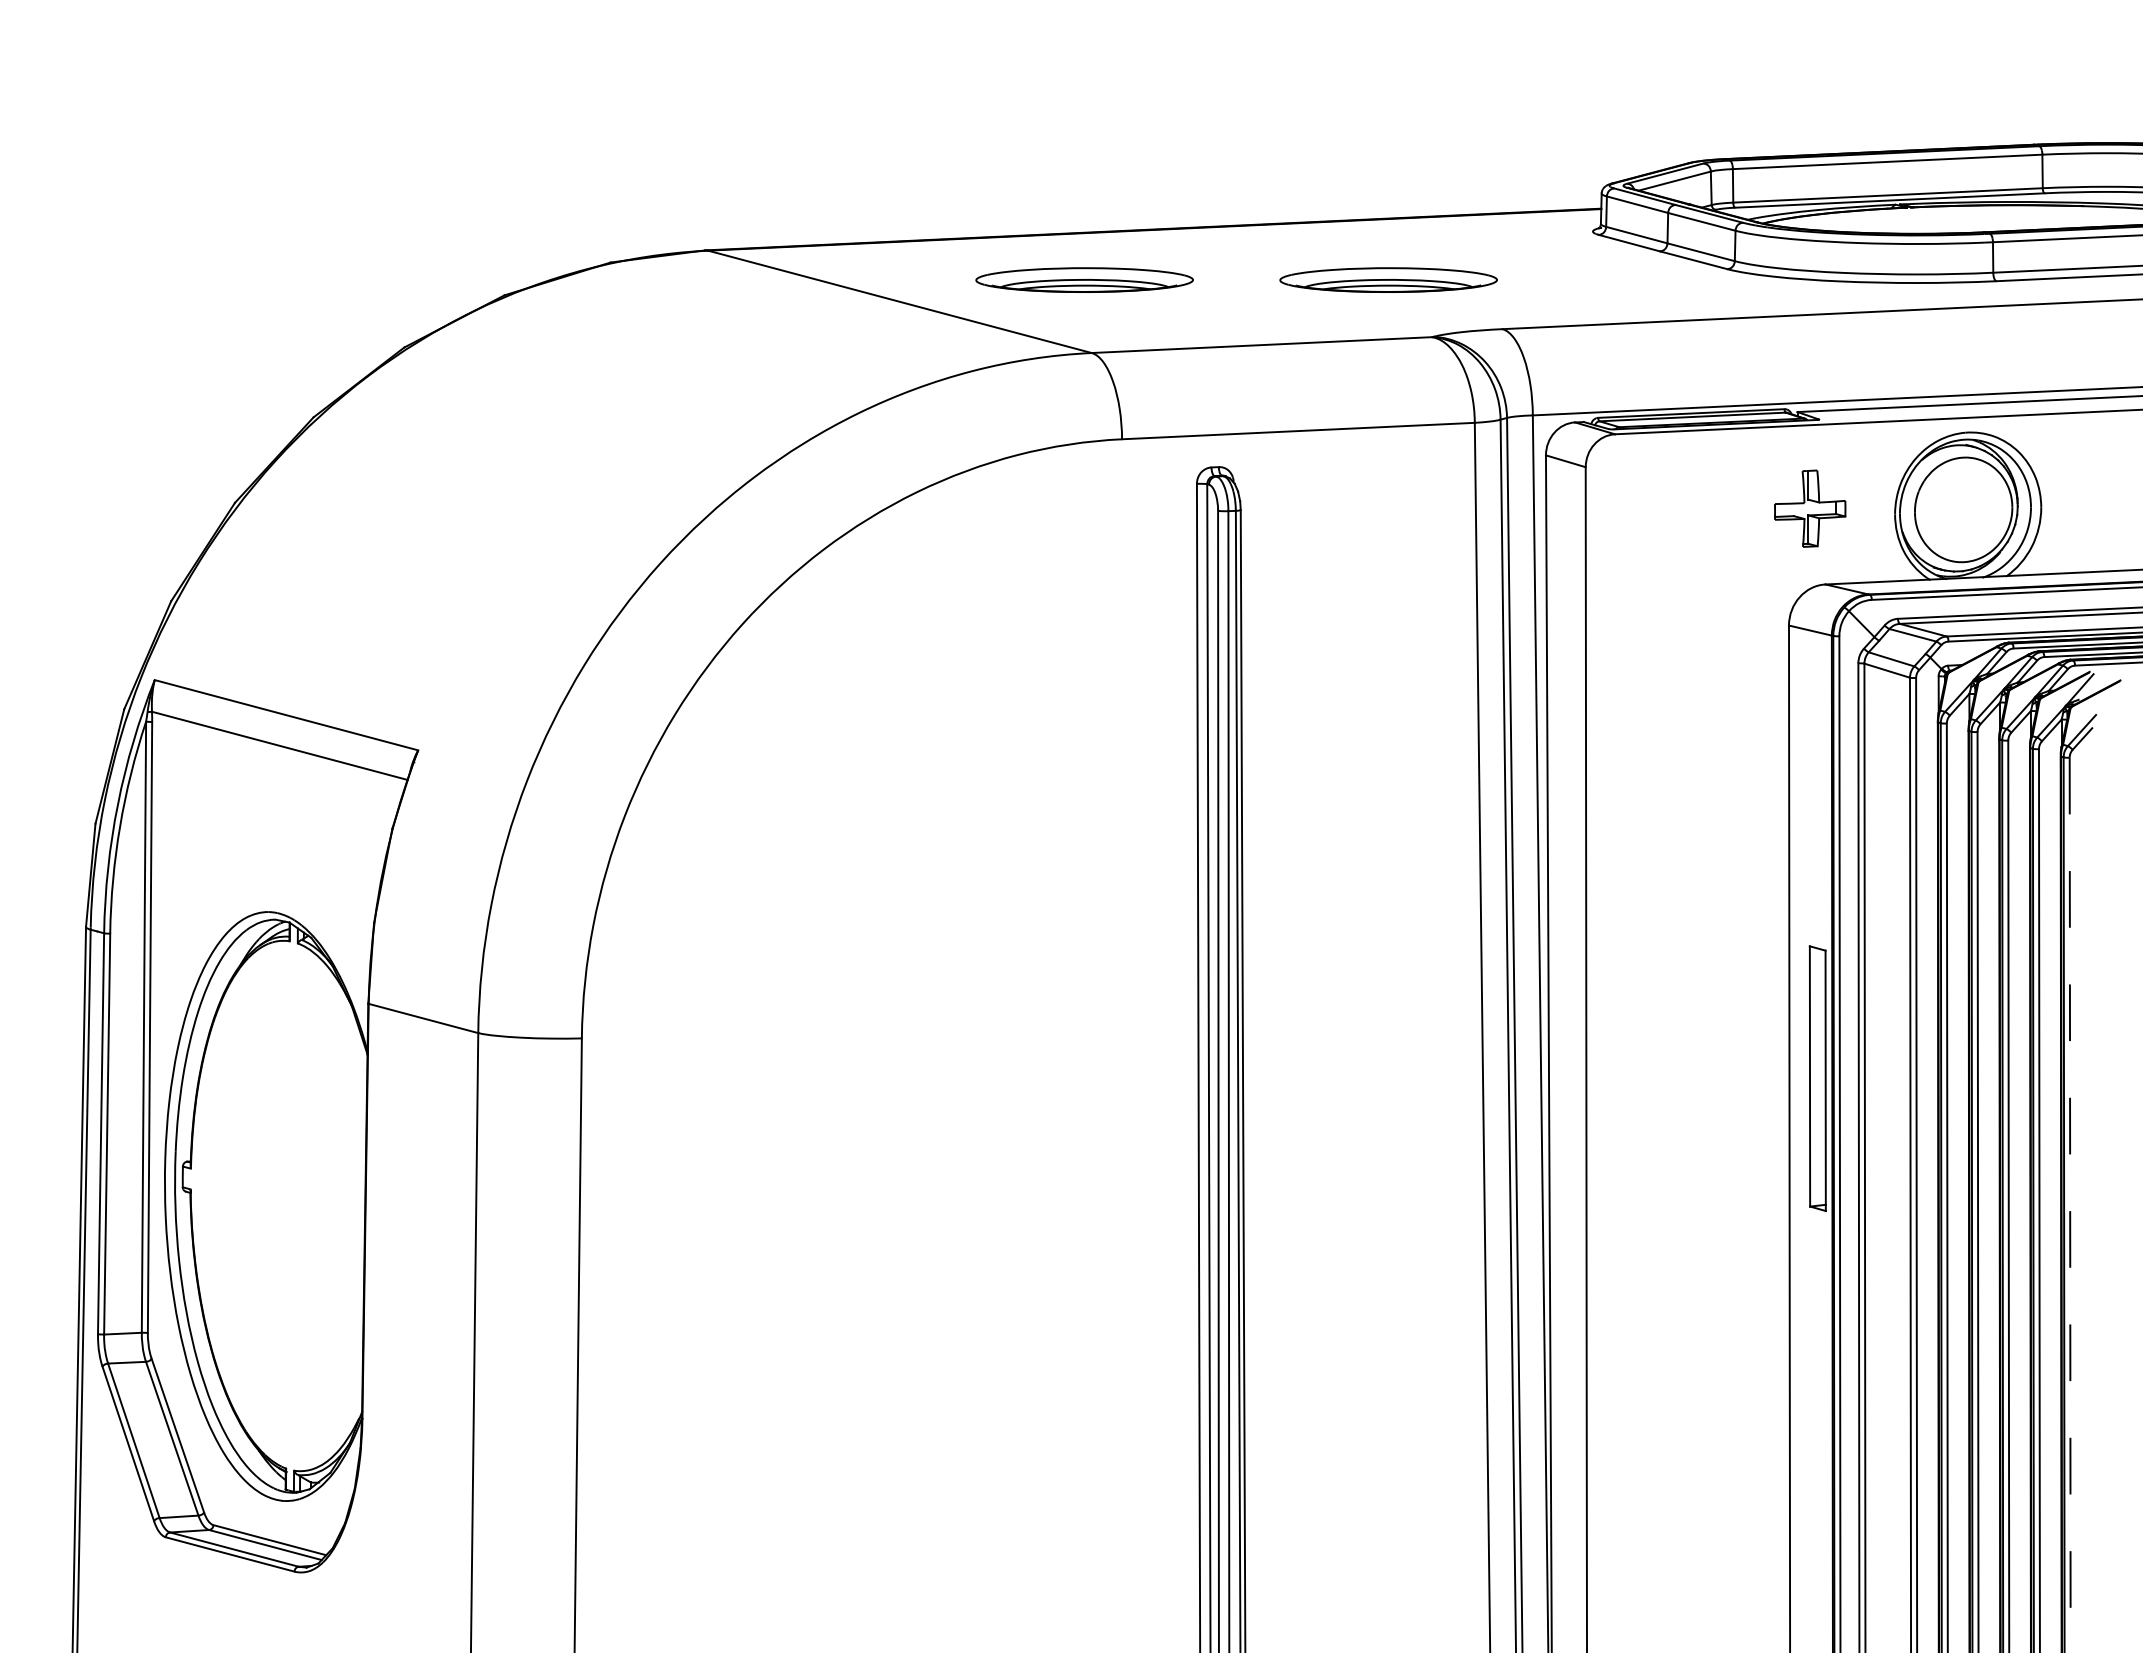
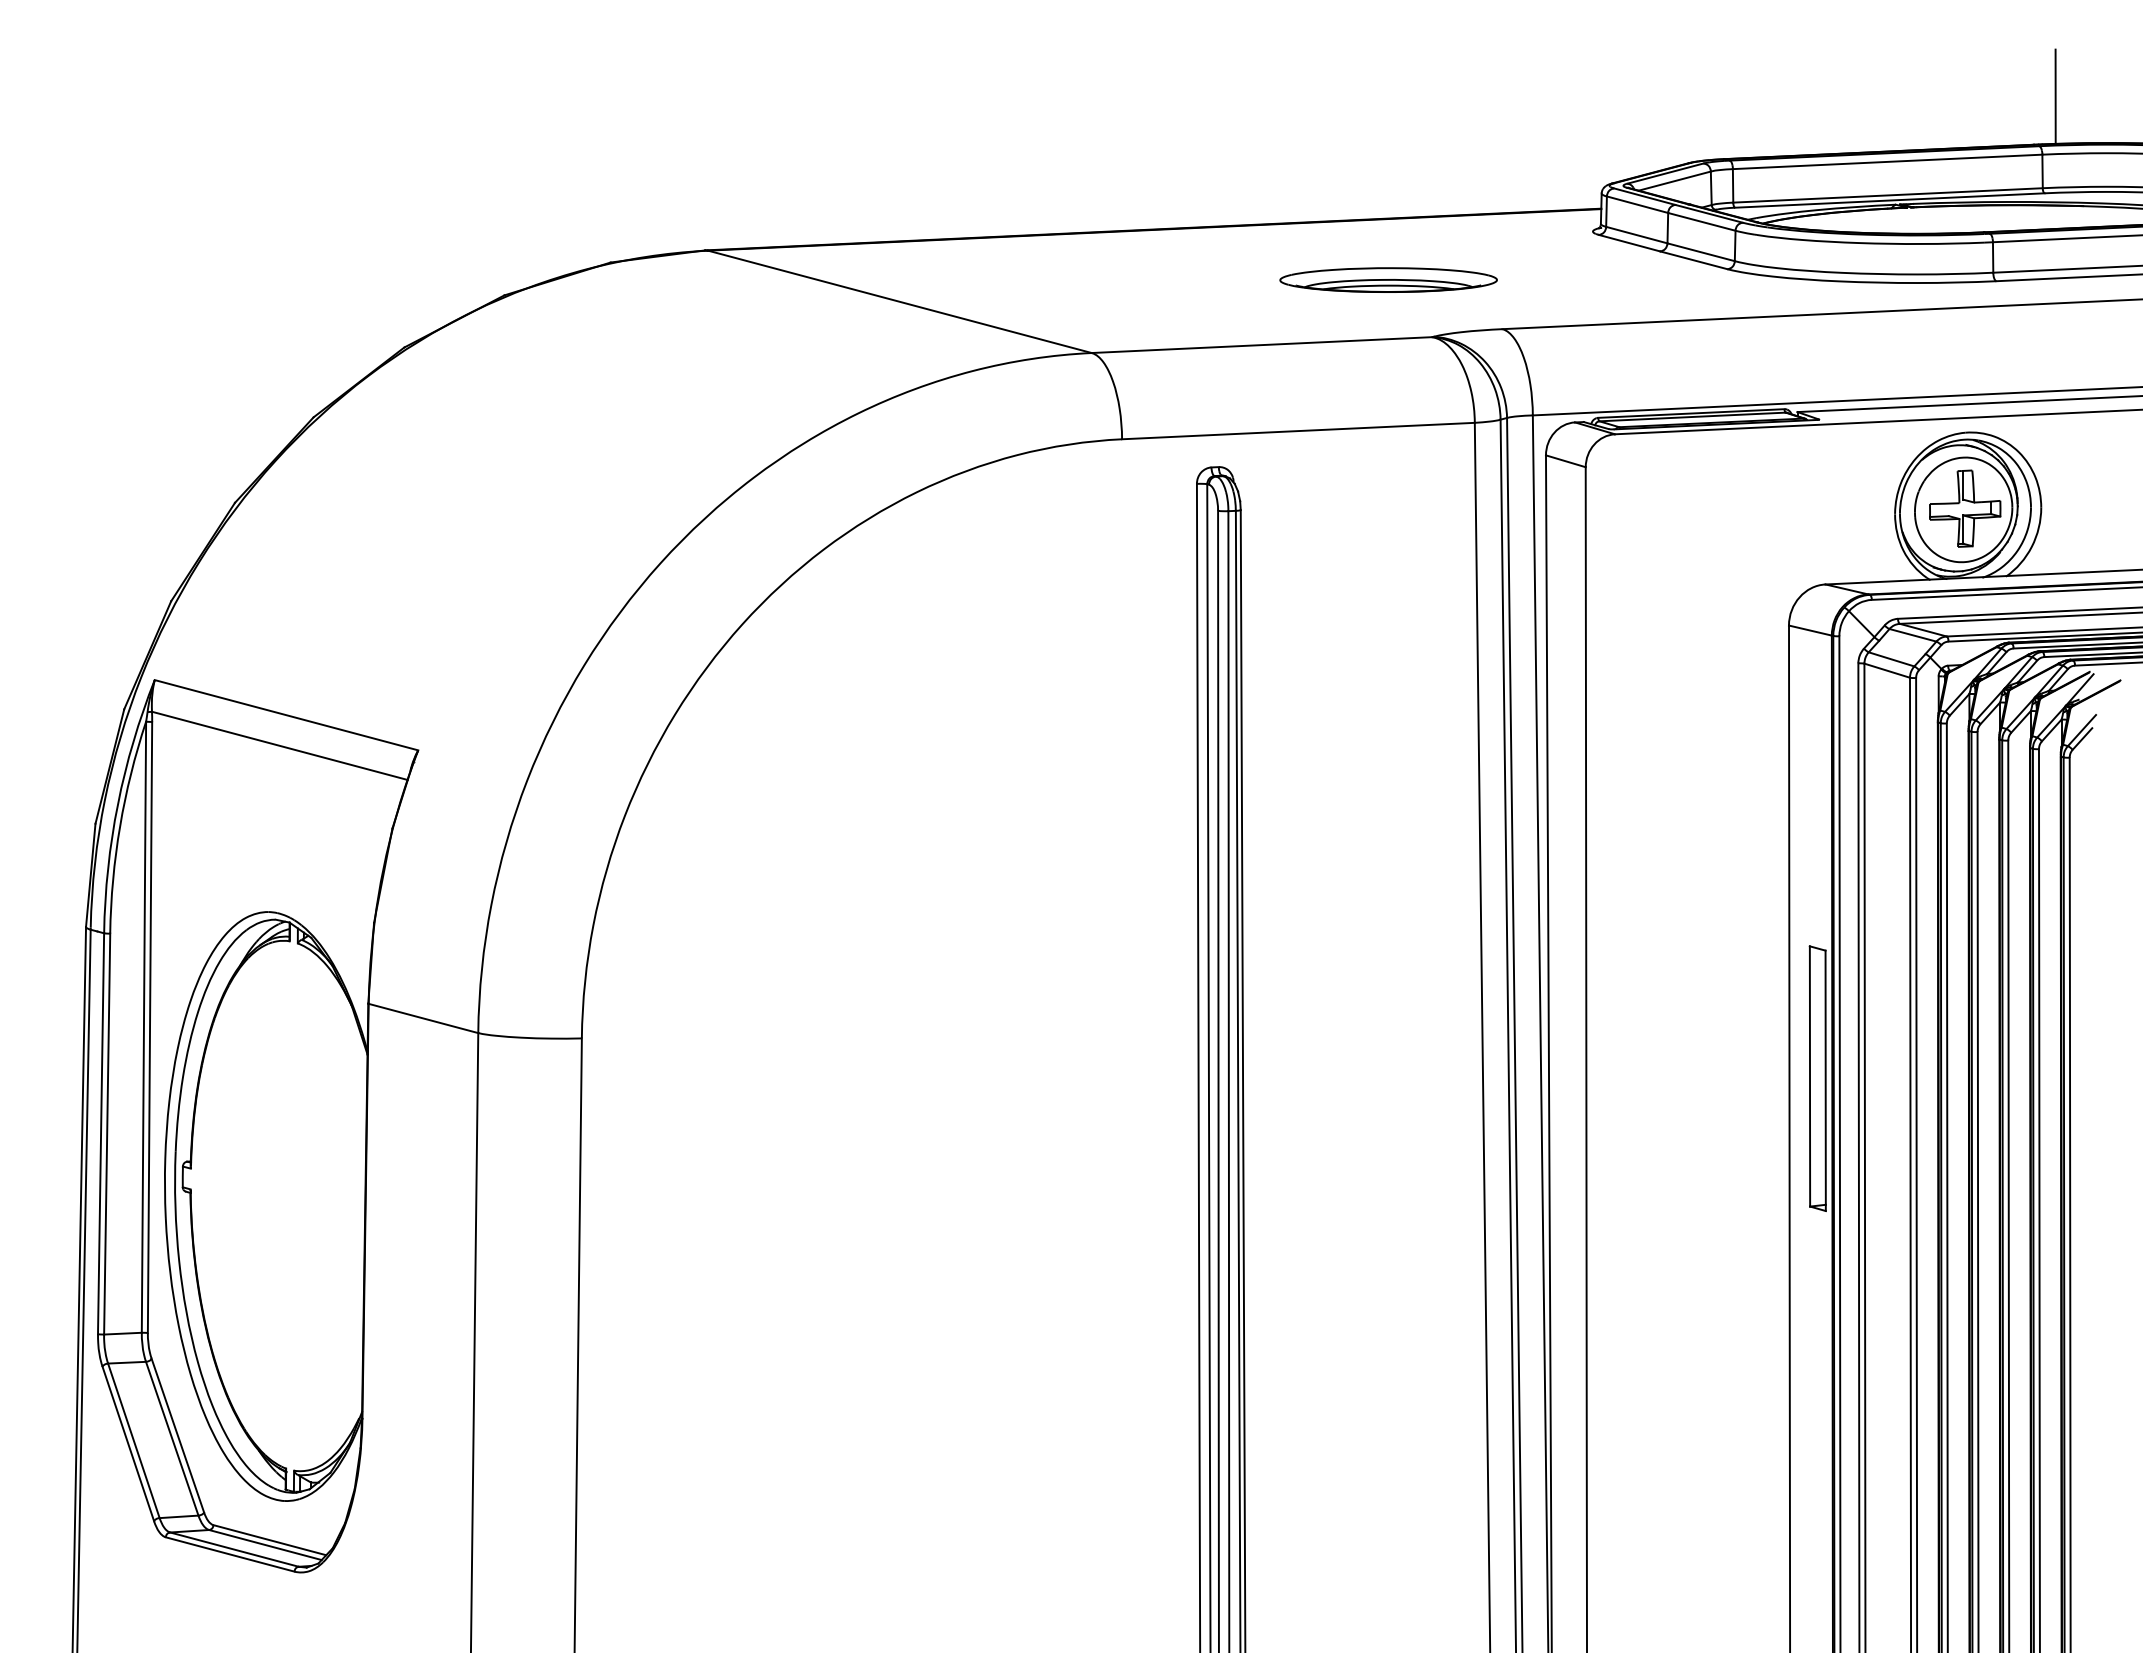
line at (2055, 96): none -> present
part at (1084, 279): present -> none
part at (1810, 508) position: (1810, 508) -> (1965, 508)
line at (2070, 1205): dashed -> solid
